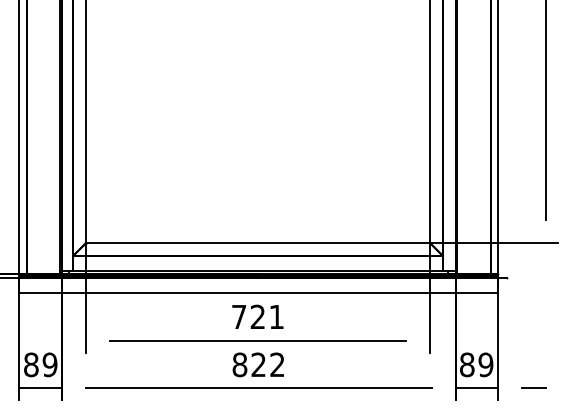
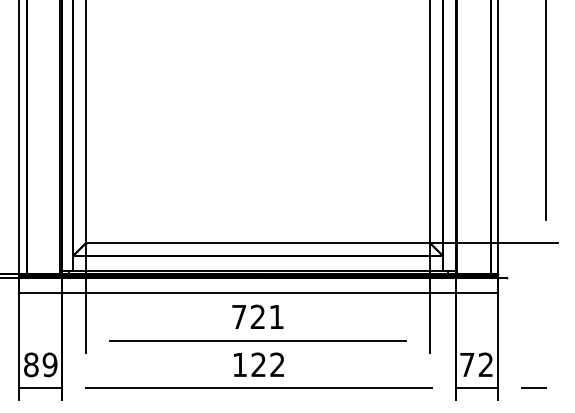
text at (239, 364): 822 -> 122
text at (476, 364): 89 -> 72
